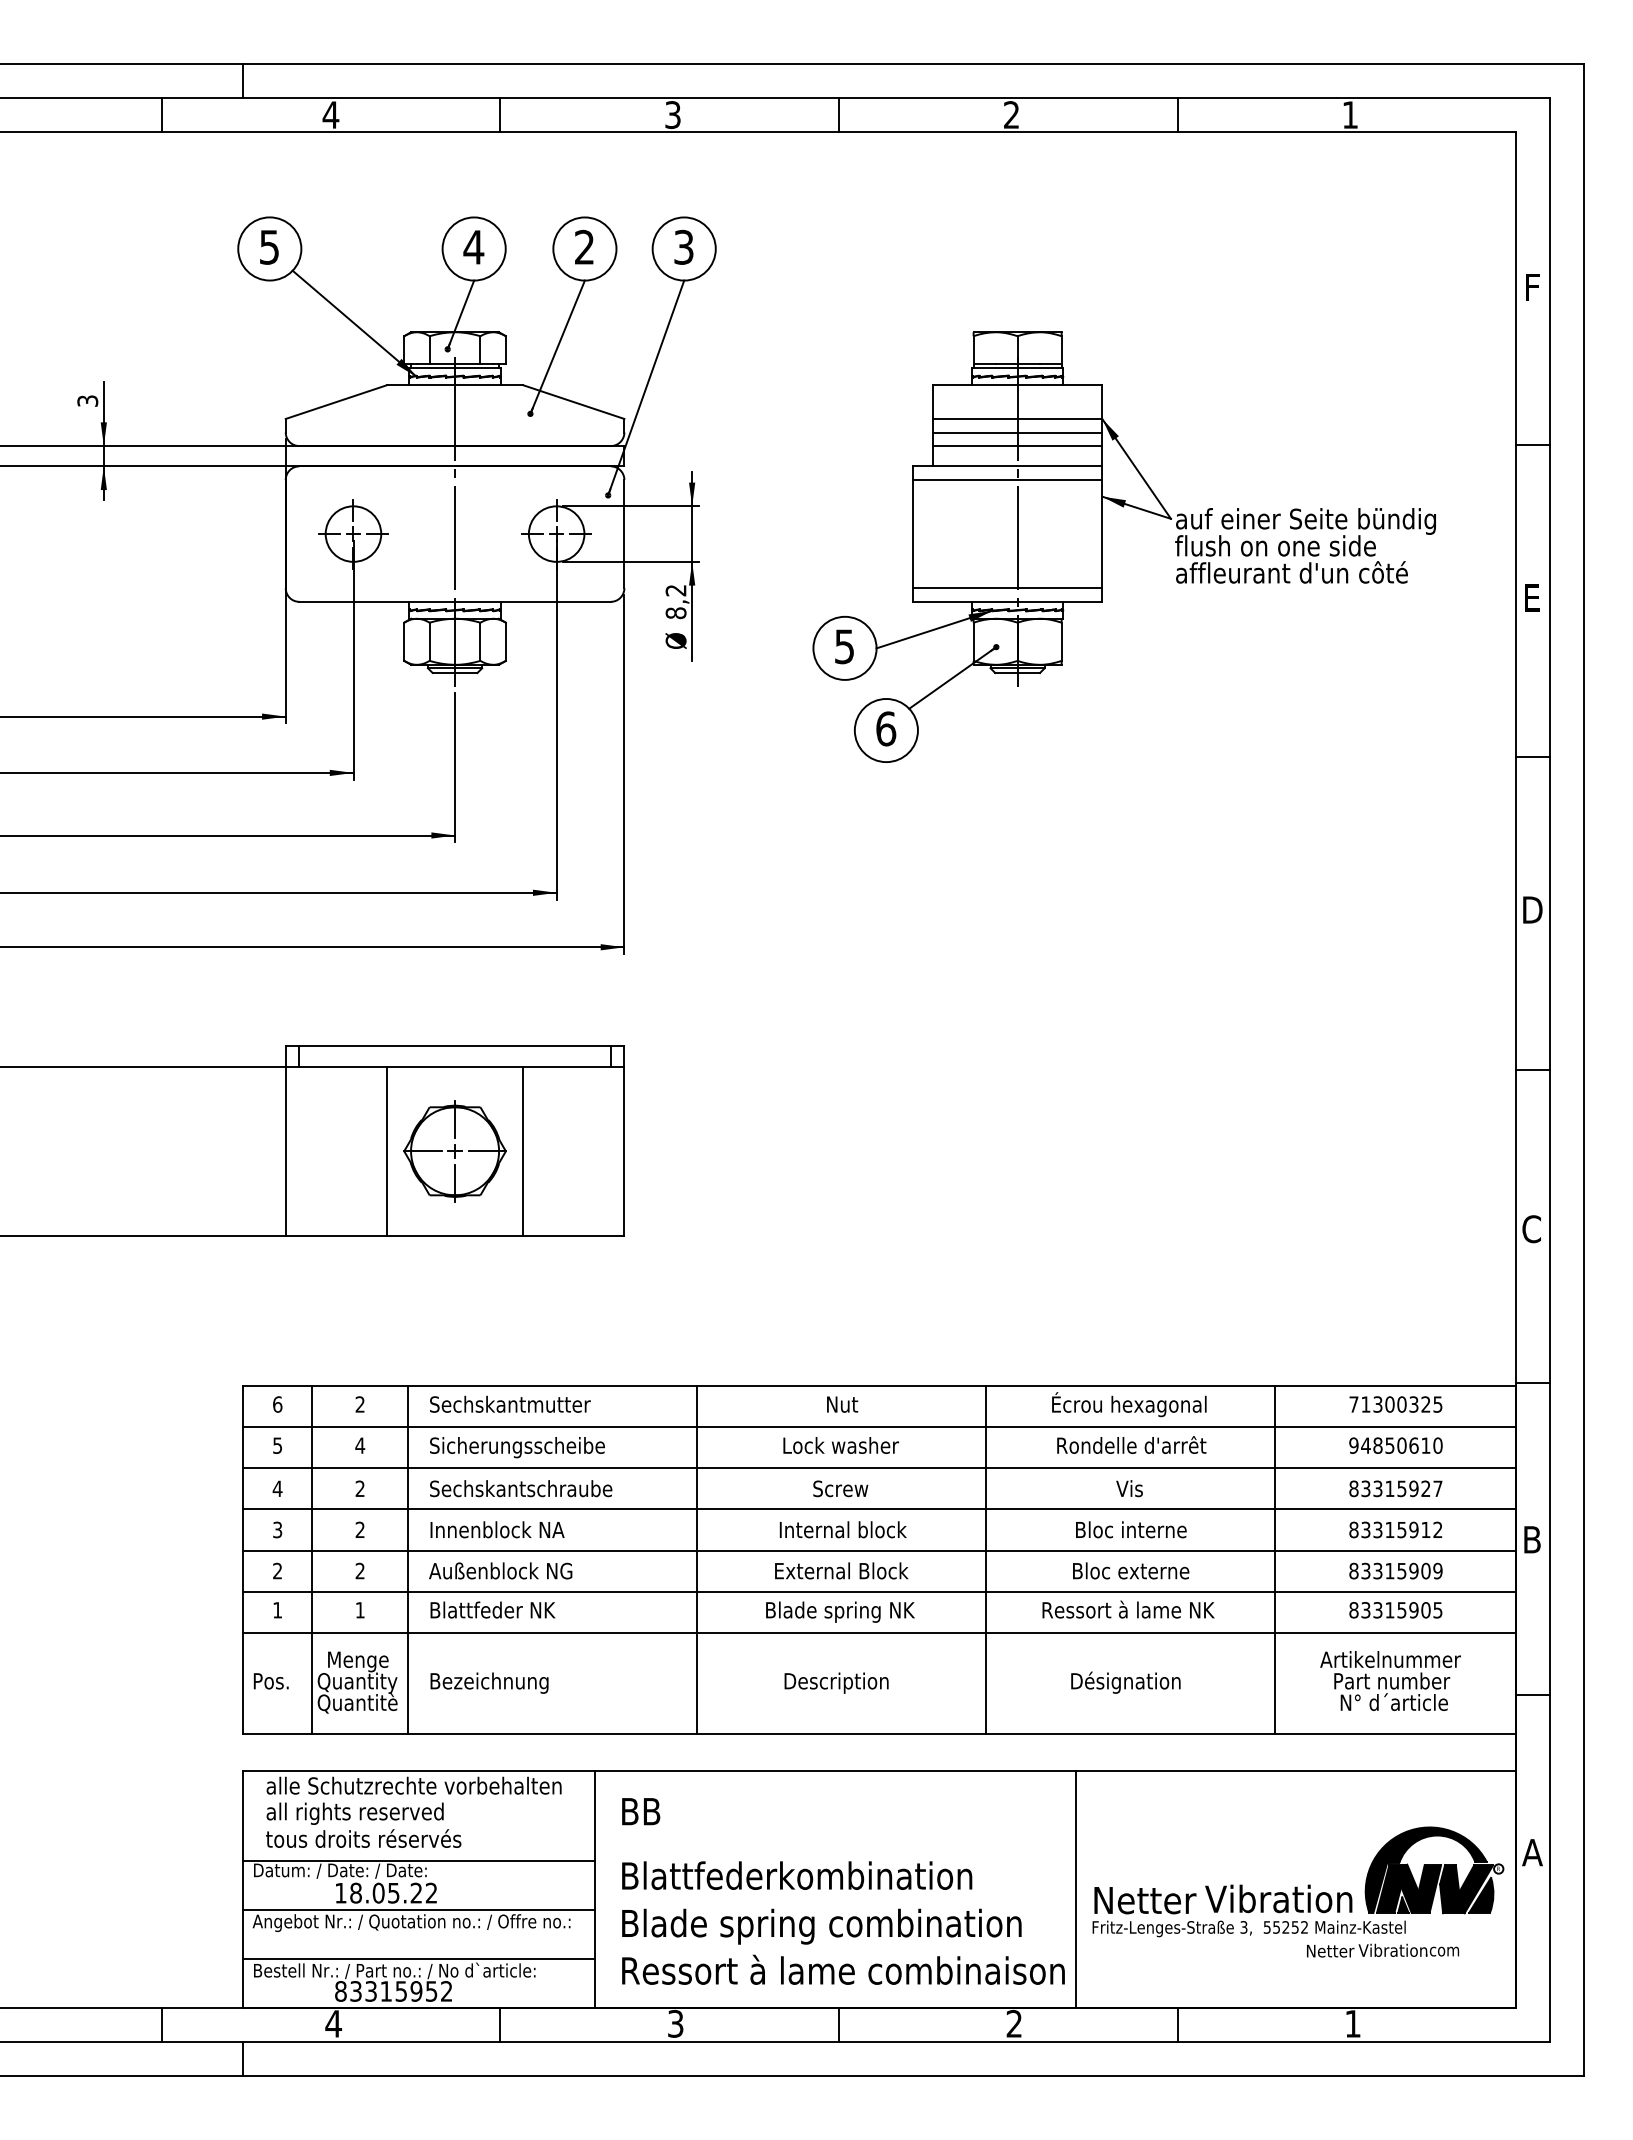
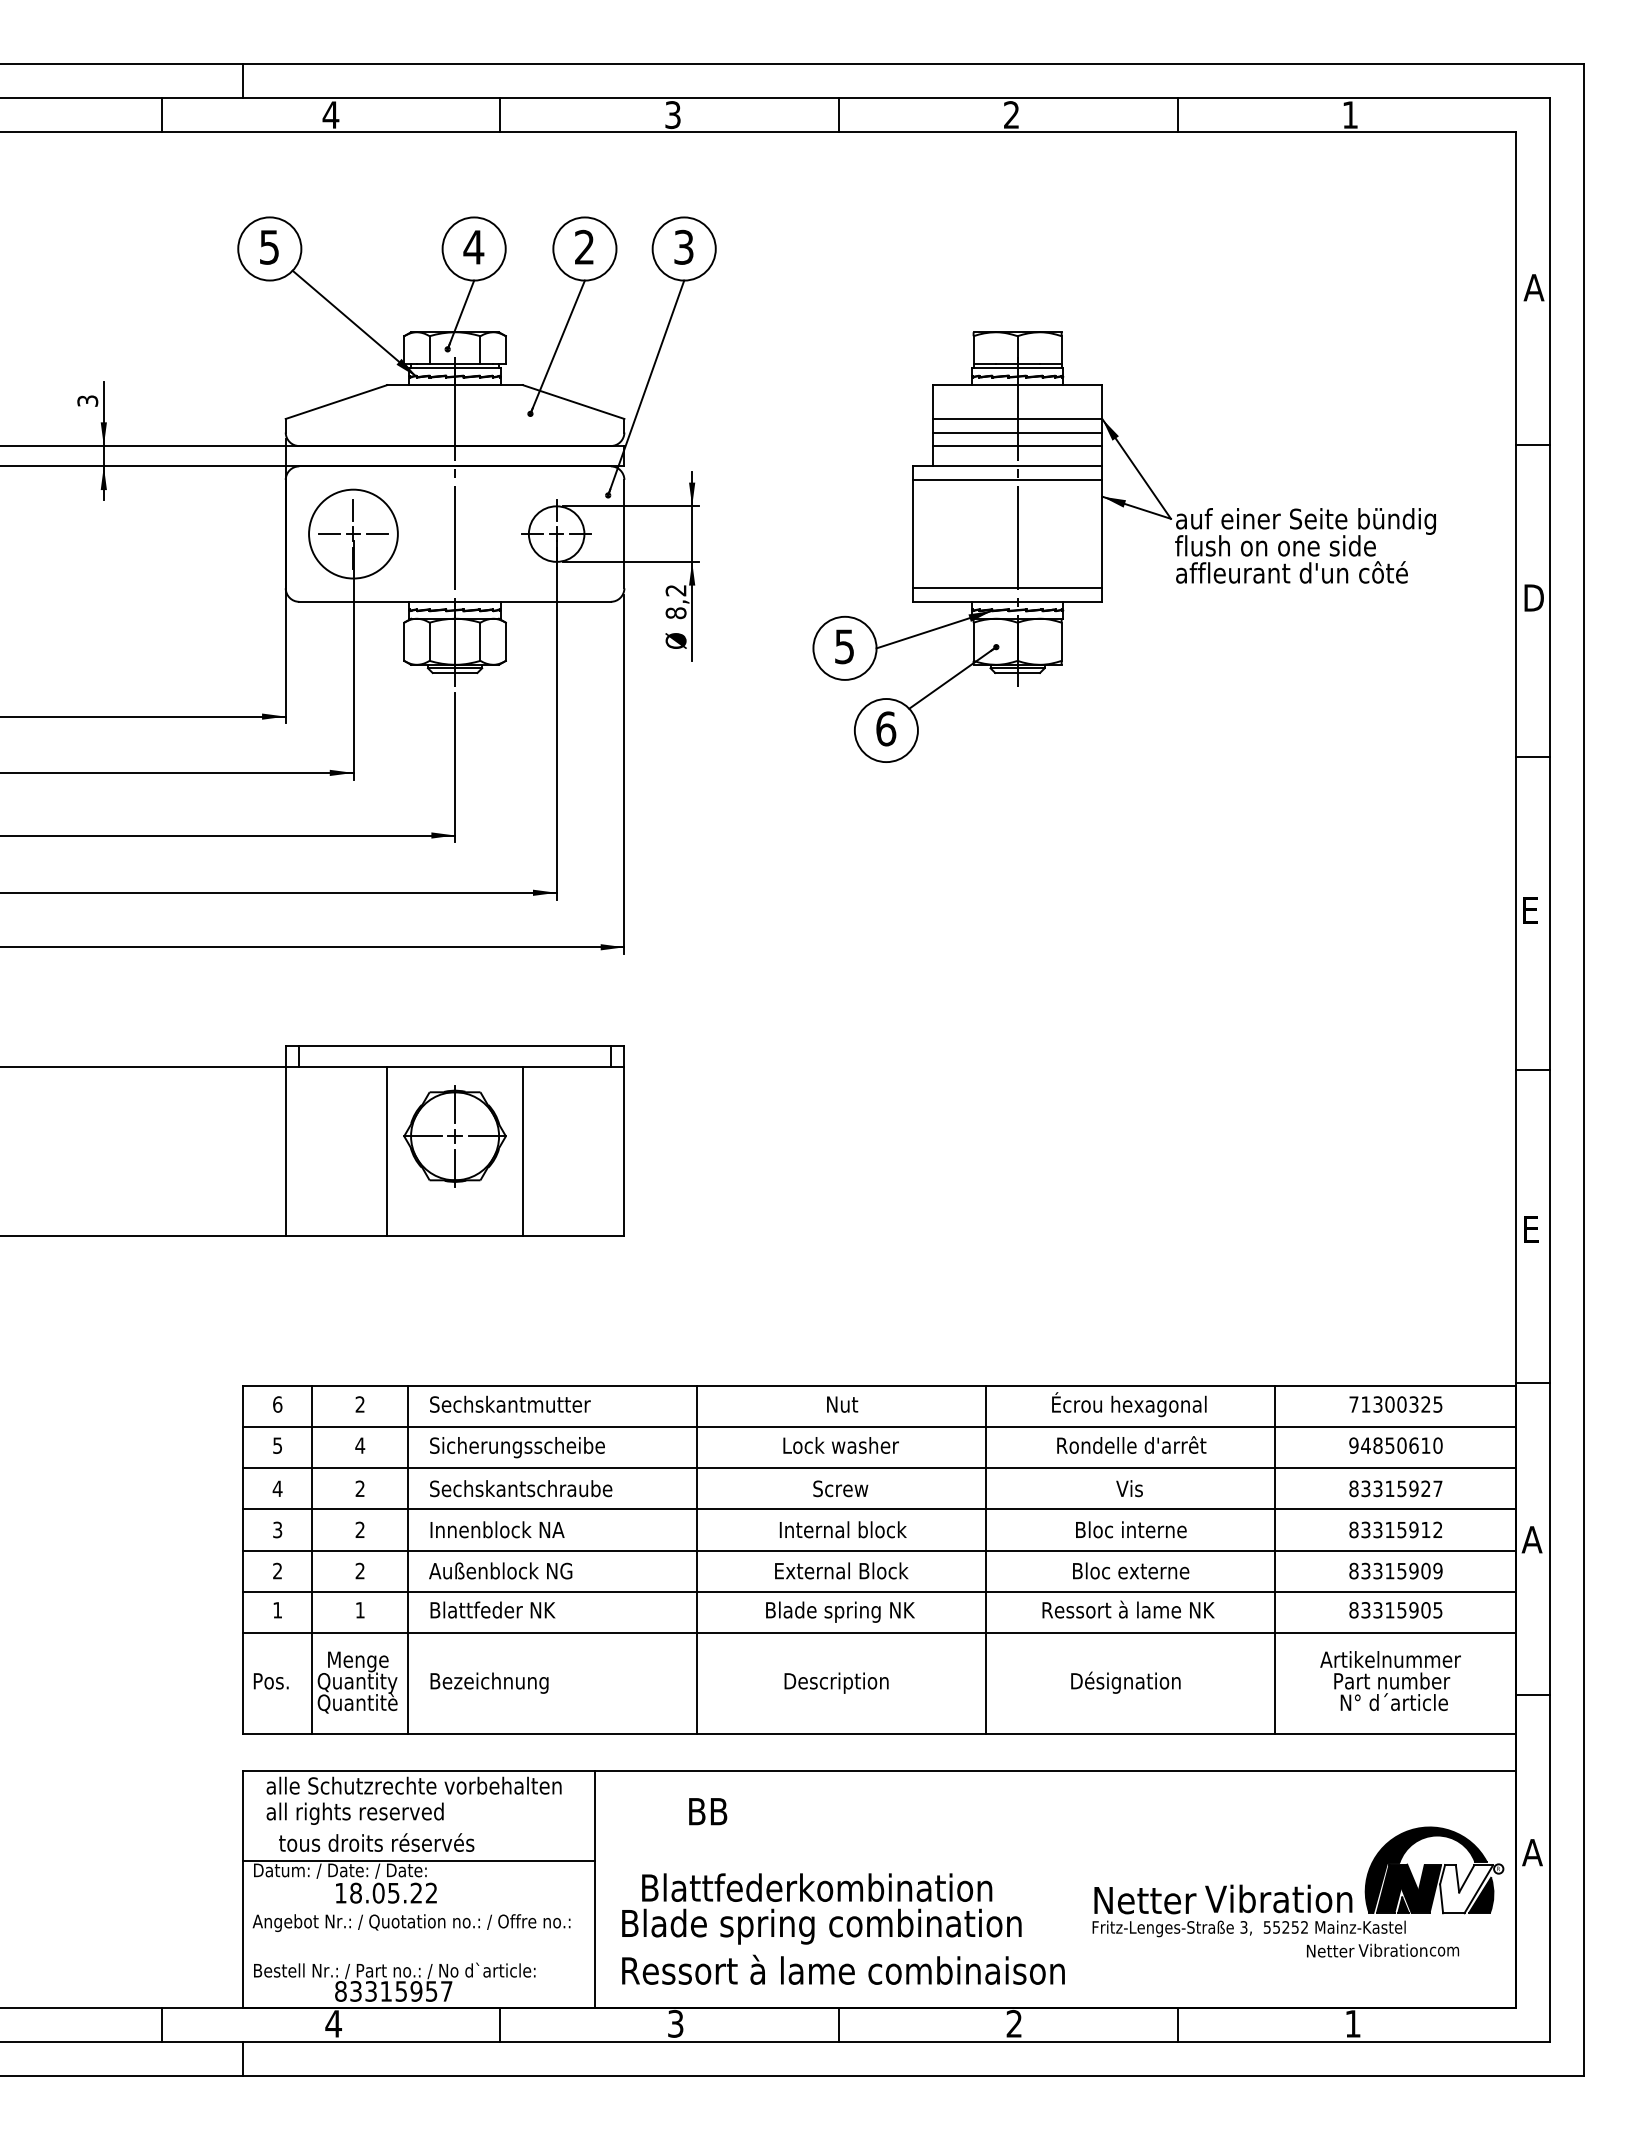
text at (1533, 287): F -> A
circle at (353, 533) diameter: 56 px -> 89 px
text at (1533, 597): E -> D
text at (1532, 909): D -> E
part at (454, 1151) position: (454, 1151) -> (454, 1136)
text at (1531, 1229): C -> E
text at (1531, 1539): B -> A
text at (641, 1811) position: (641, 1811) -> (708, 1811)
text at (363, 1838) position: (363, 1838) -> (376, 1842)
text at (797, 1875) position: (797, 1875) -> (817, 1887)
line at (1076, 1889): present -> none
fill at (1466, 1889): present -> none
line at (419, 1909): present -> none
line at (419, 1958): present -> none
text at (446, 1991): 83315952 -> 83315957
